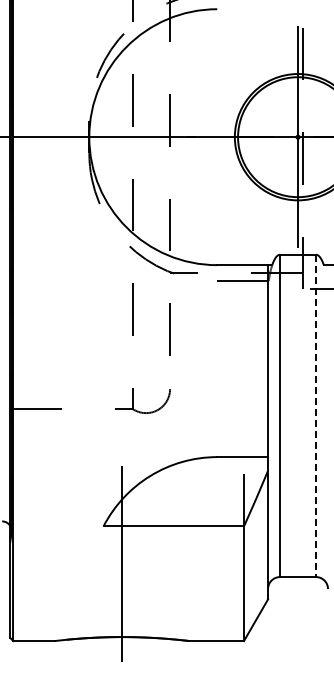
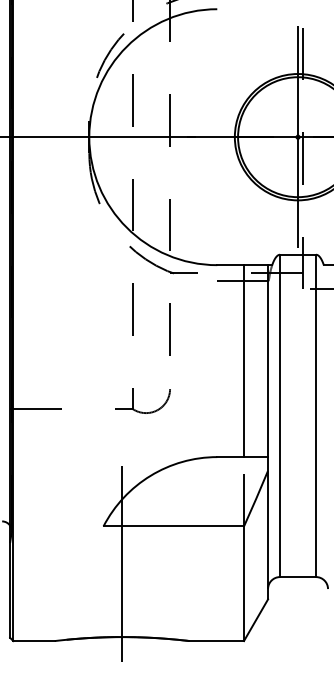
line at (244, 361): none -> present
line at (316, 416): dashed -> solid
